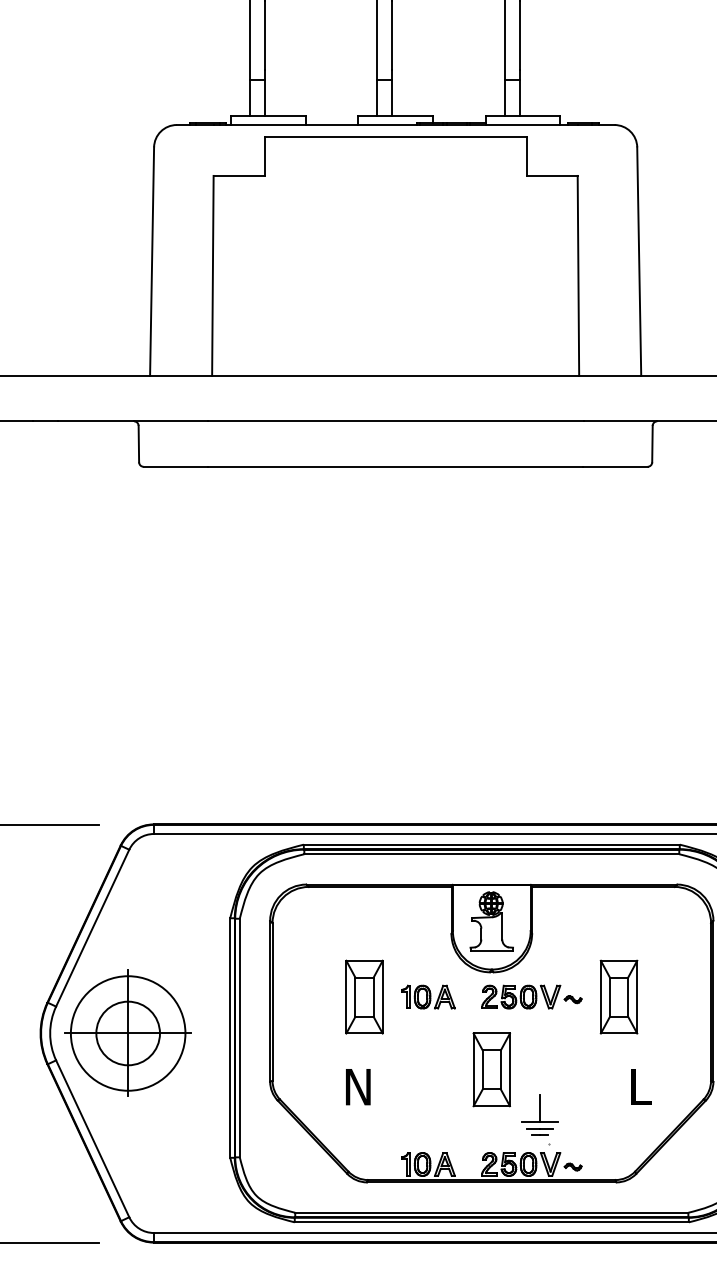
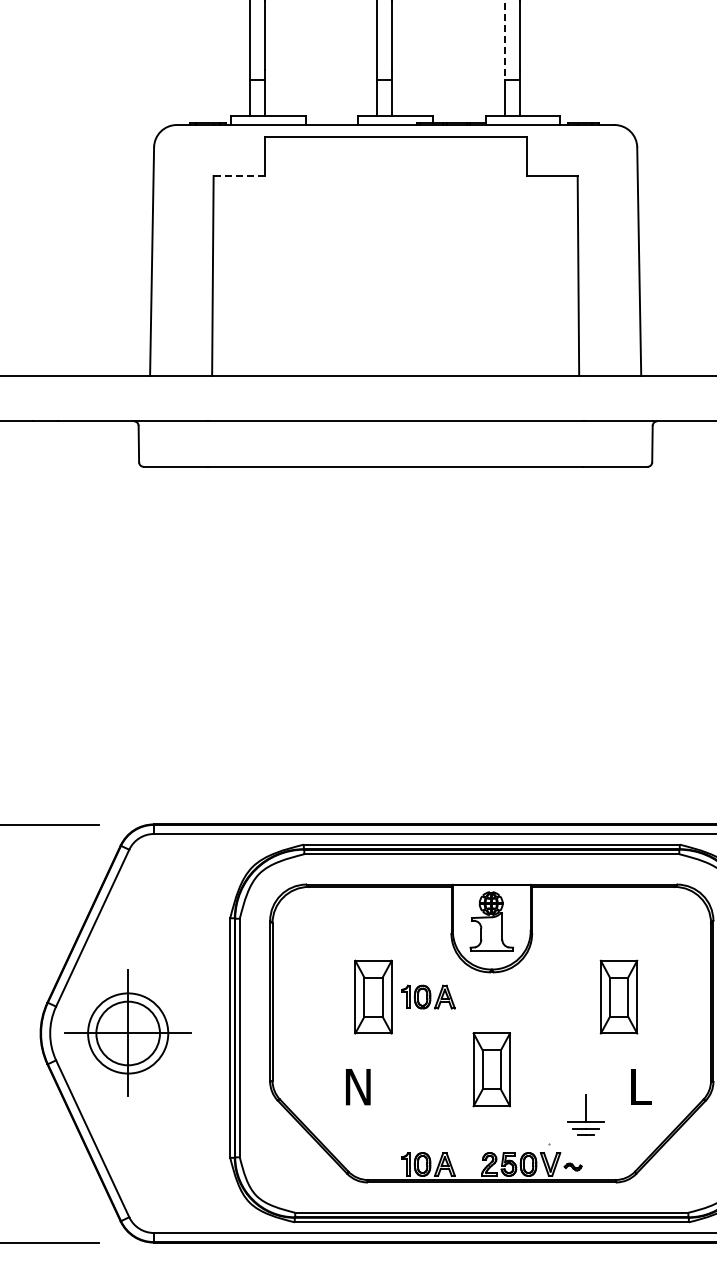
line at (504, 40): solid -> dashed
line at (239, 175): solid -> dashed
part at (364, 996) position: (364, 996) -> (373, 996)
part at (531, 996): present -> none
circle at (127, 1033) diameter: 115 px -> 80 px
part at (539, 1114) position: (539, 1114) -> (585, 1114)
